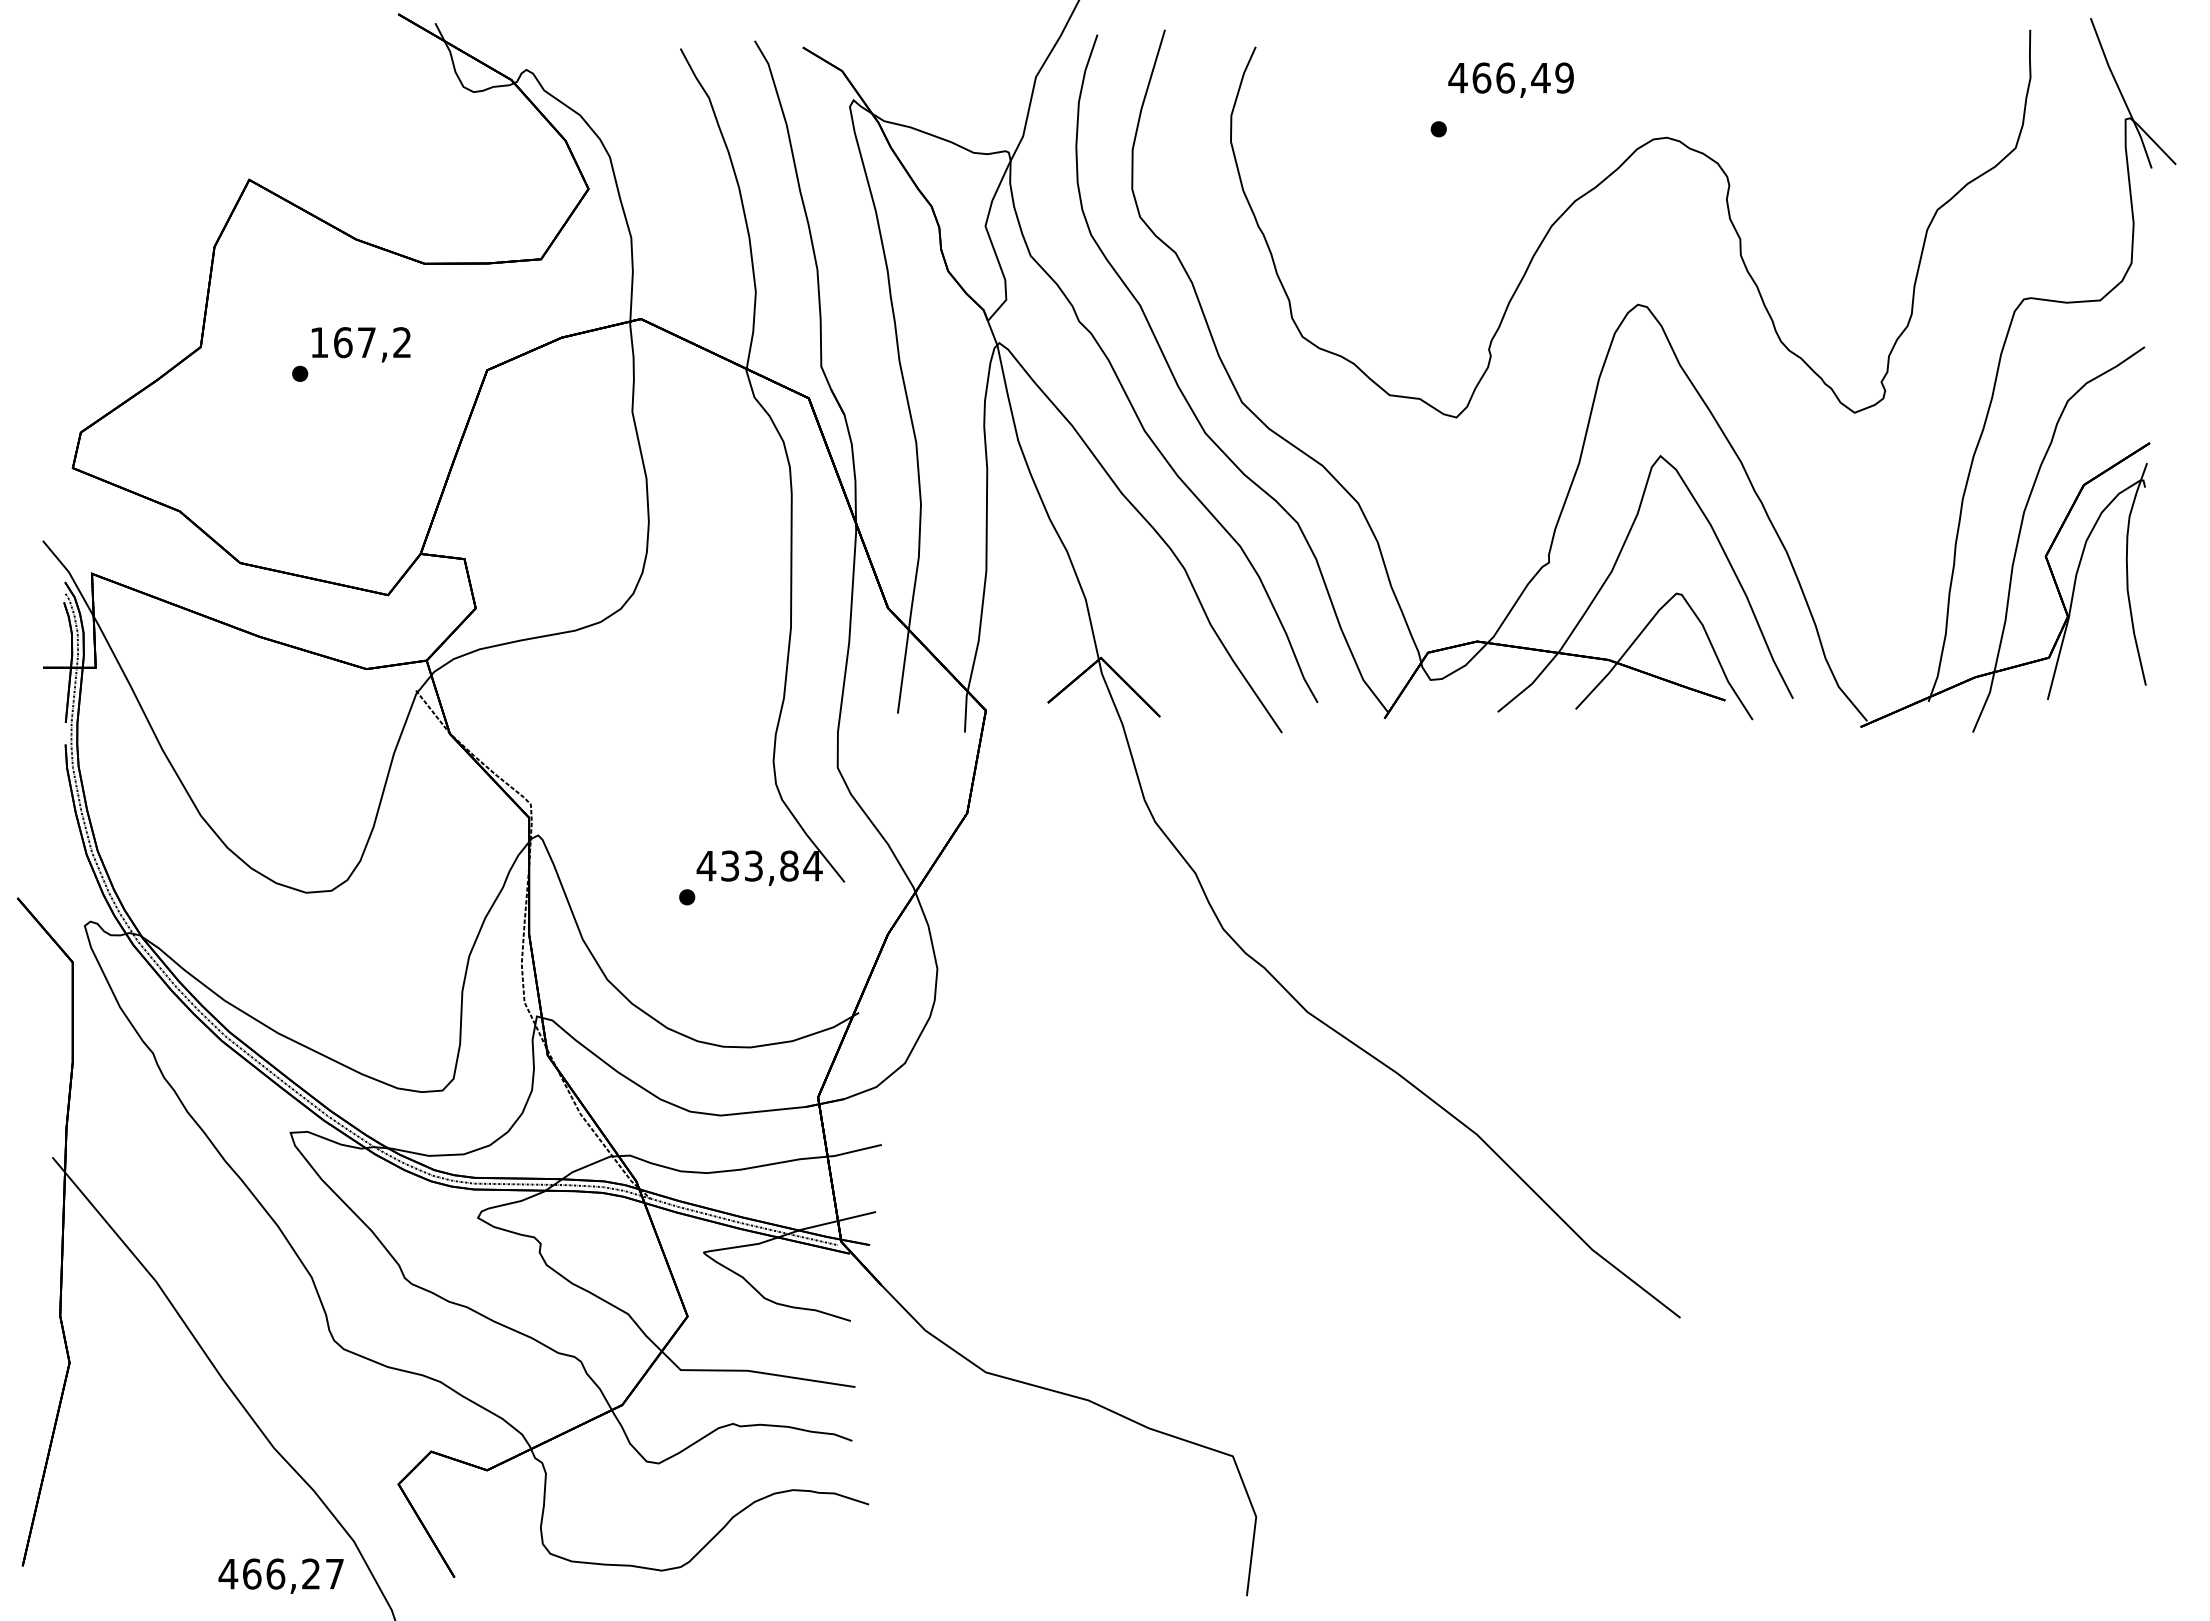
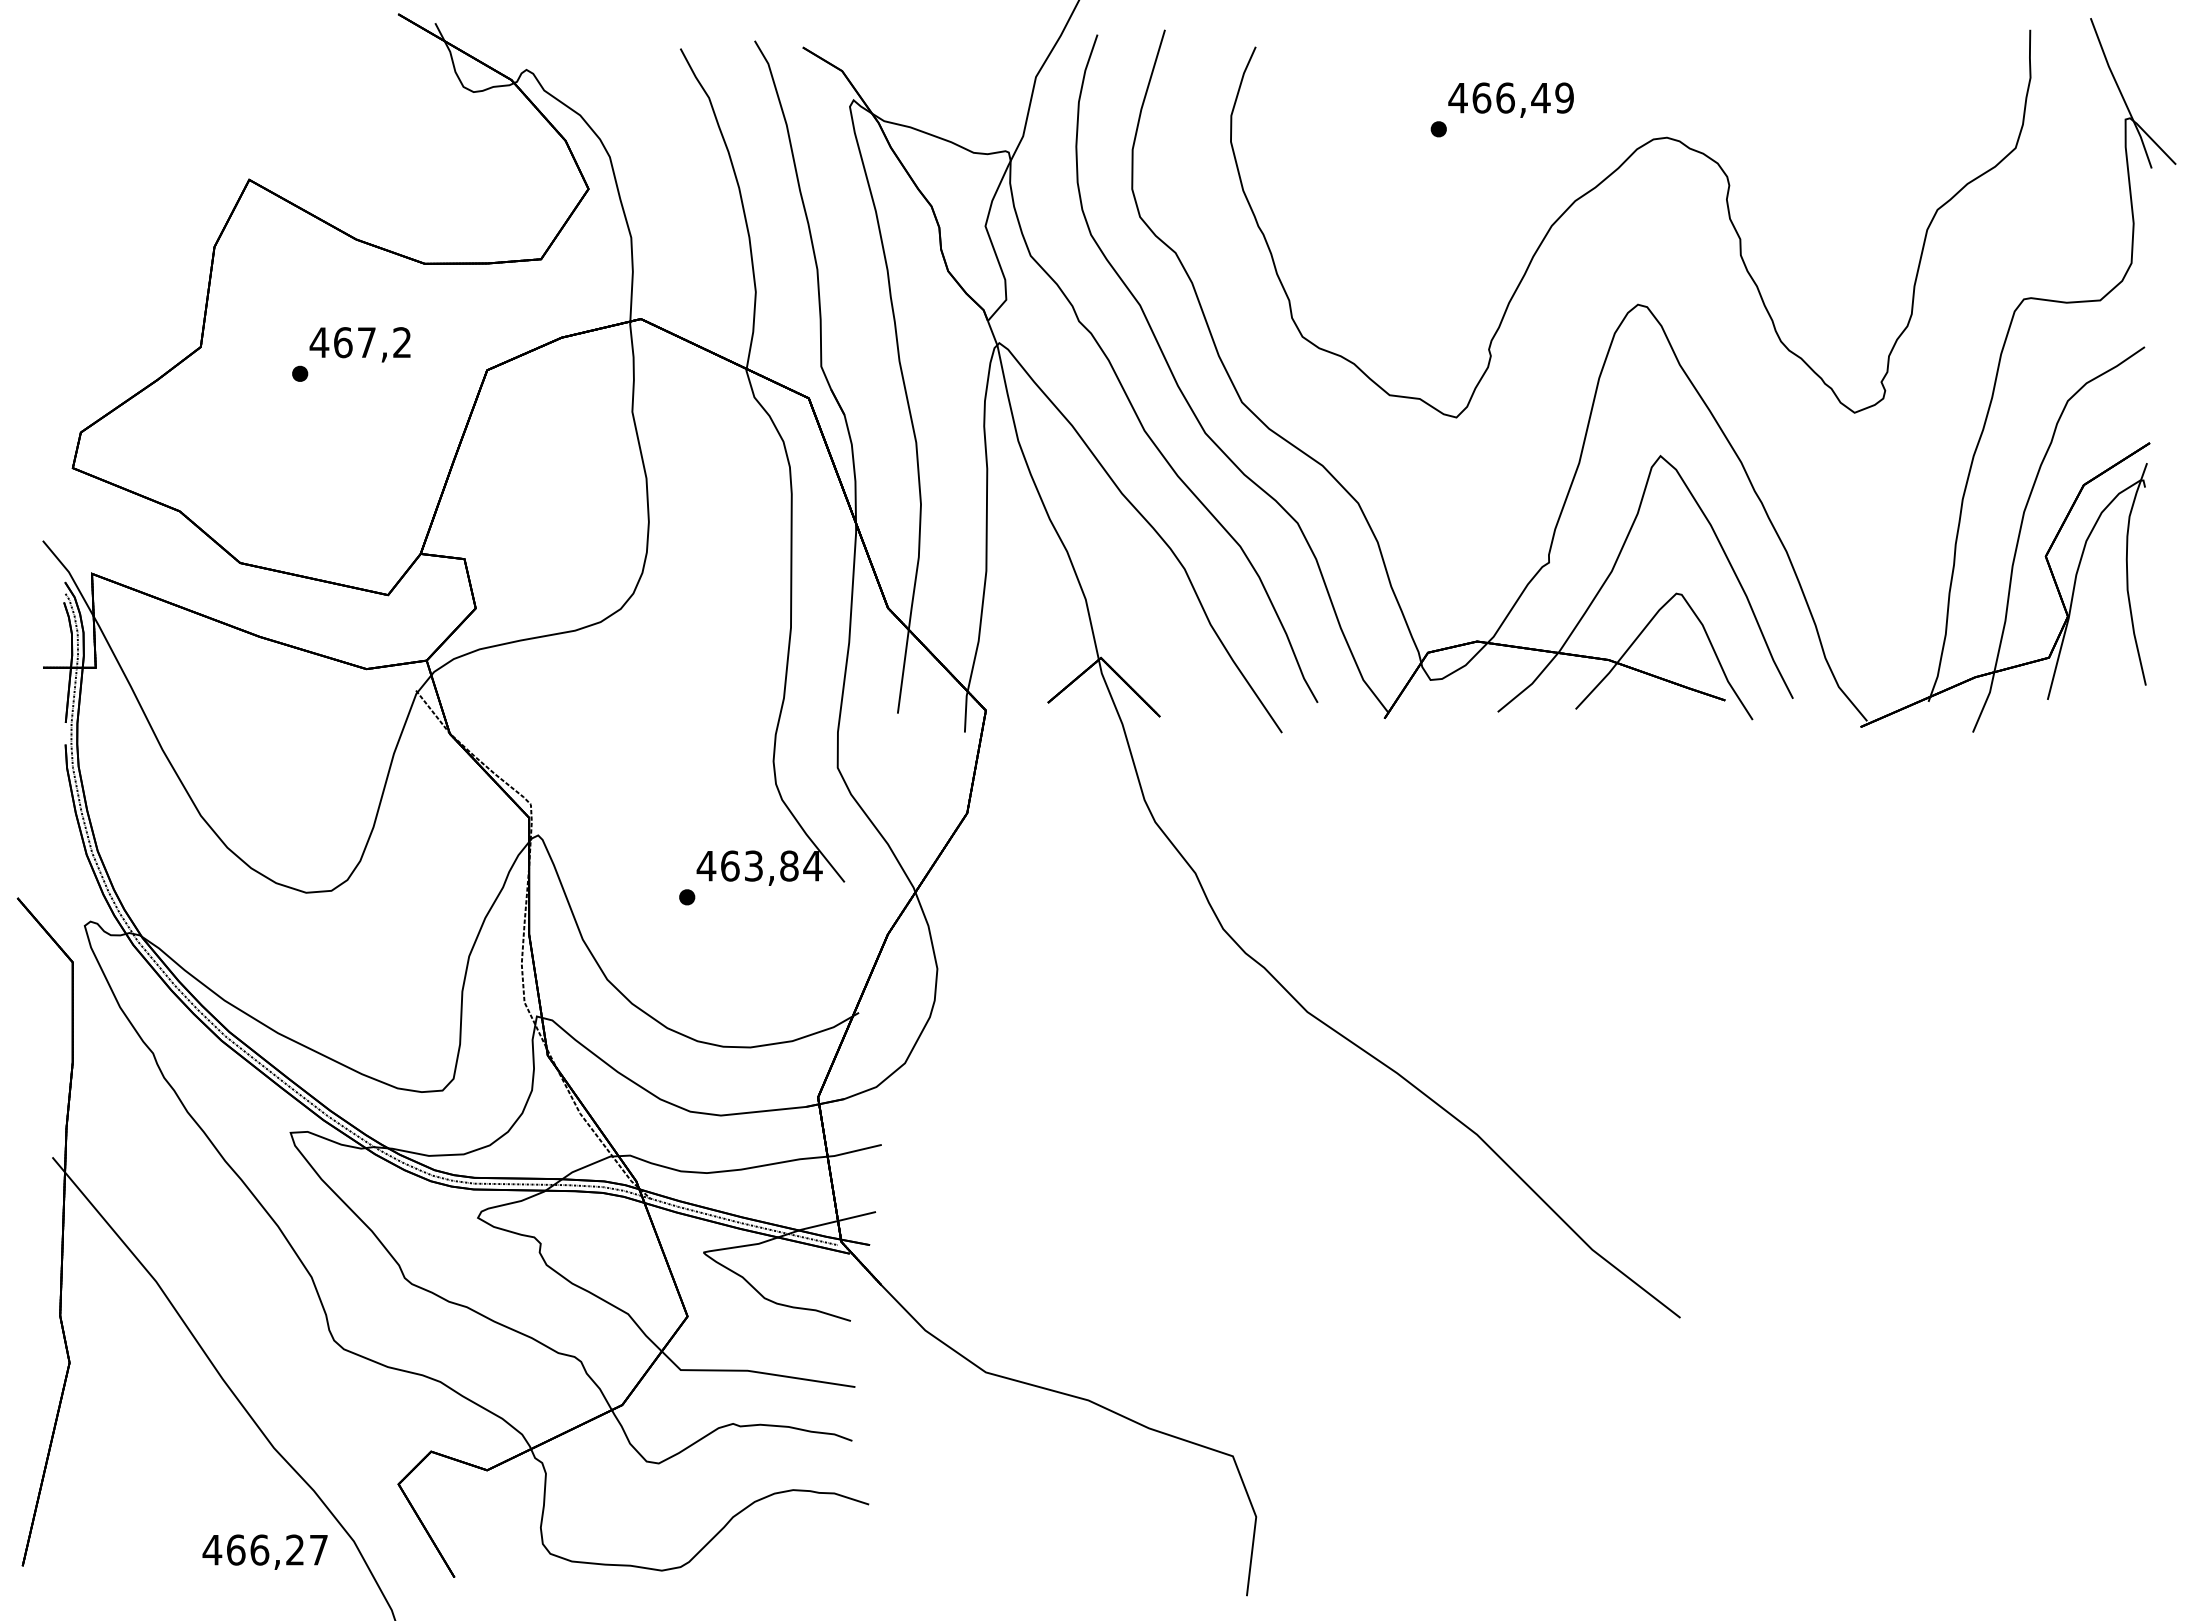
text at (1510, 79) position: (1510, 79) -> (1510, 99)
text at (319, 342): 167,2 -> 467,2
text at (730, 865): 433,84 -> 463,84
text at (280, 1575) position: (280, 1575) -> (264, 1551)
